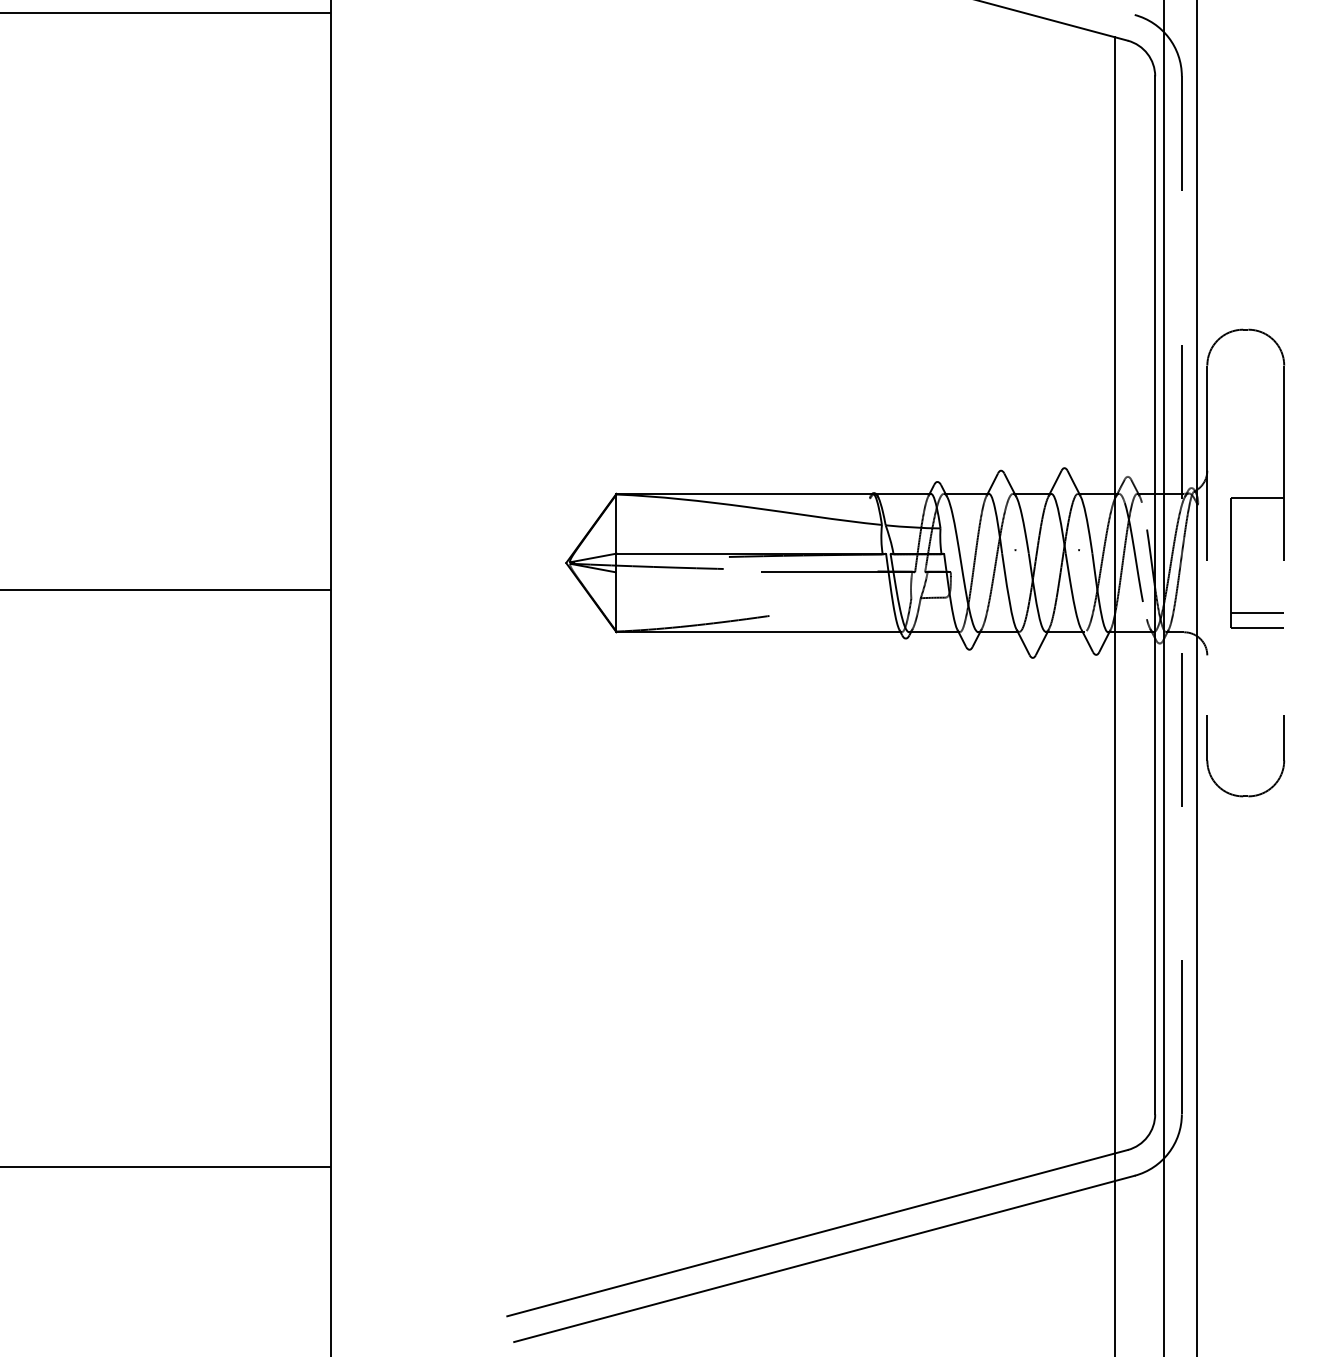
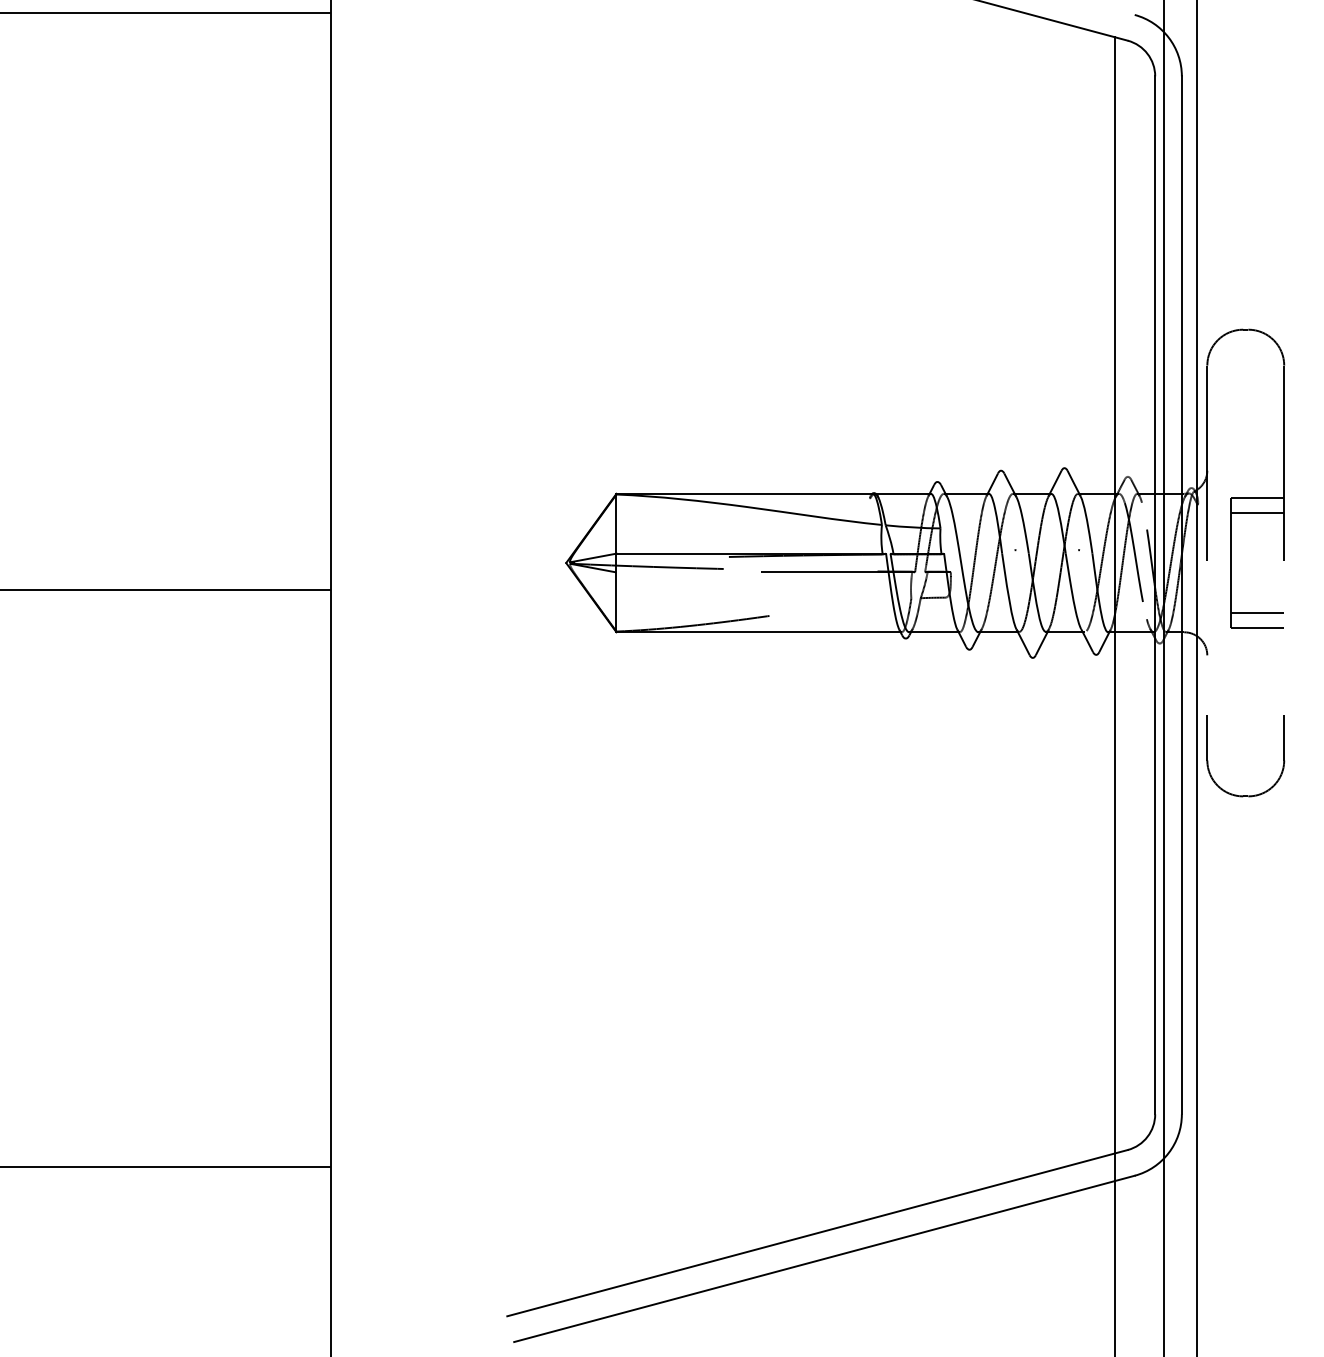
line at (1257, 513): none -> present
line at (1181, 595): dashed -> solid
